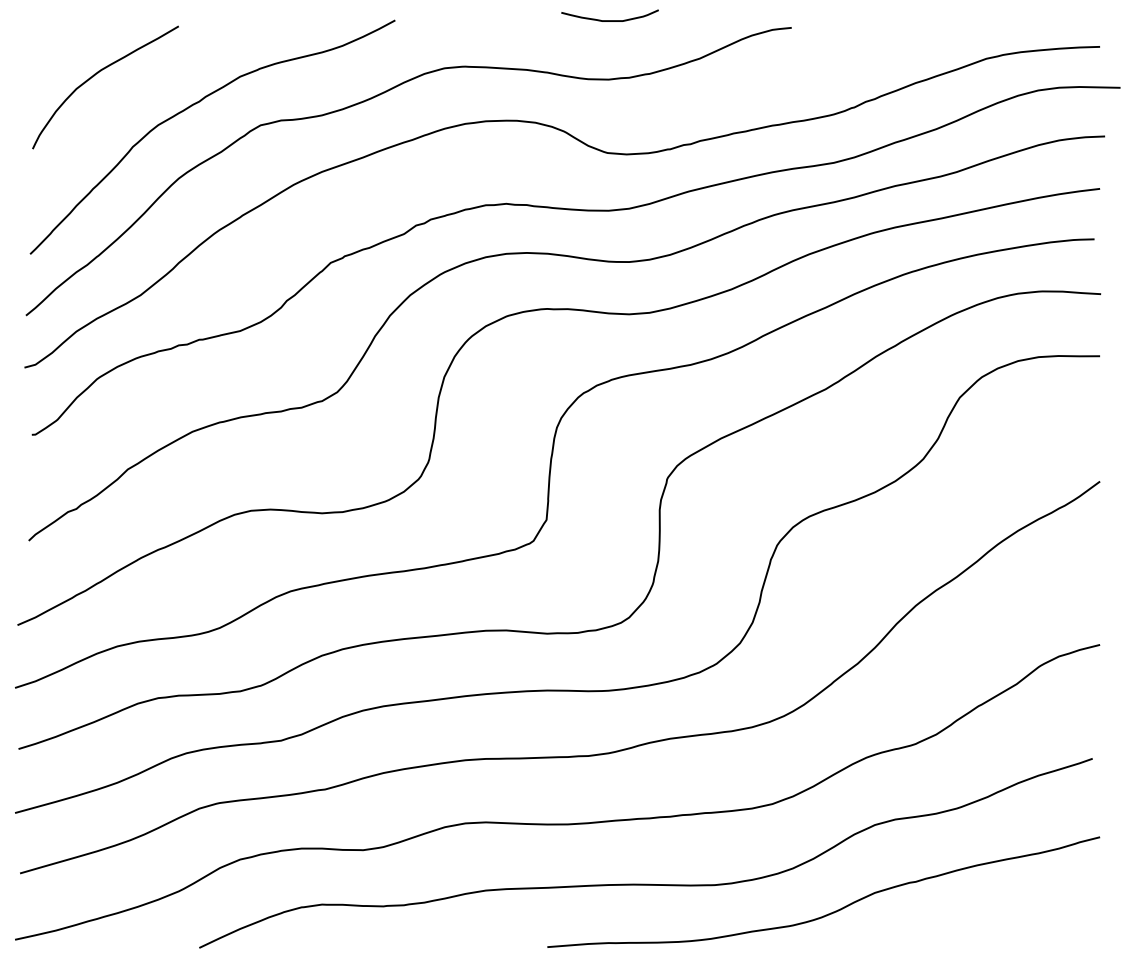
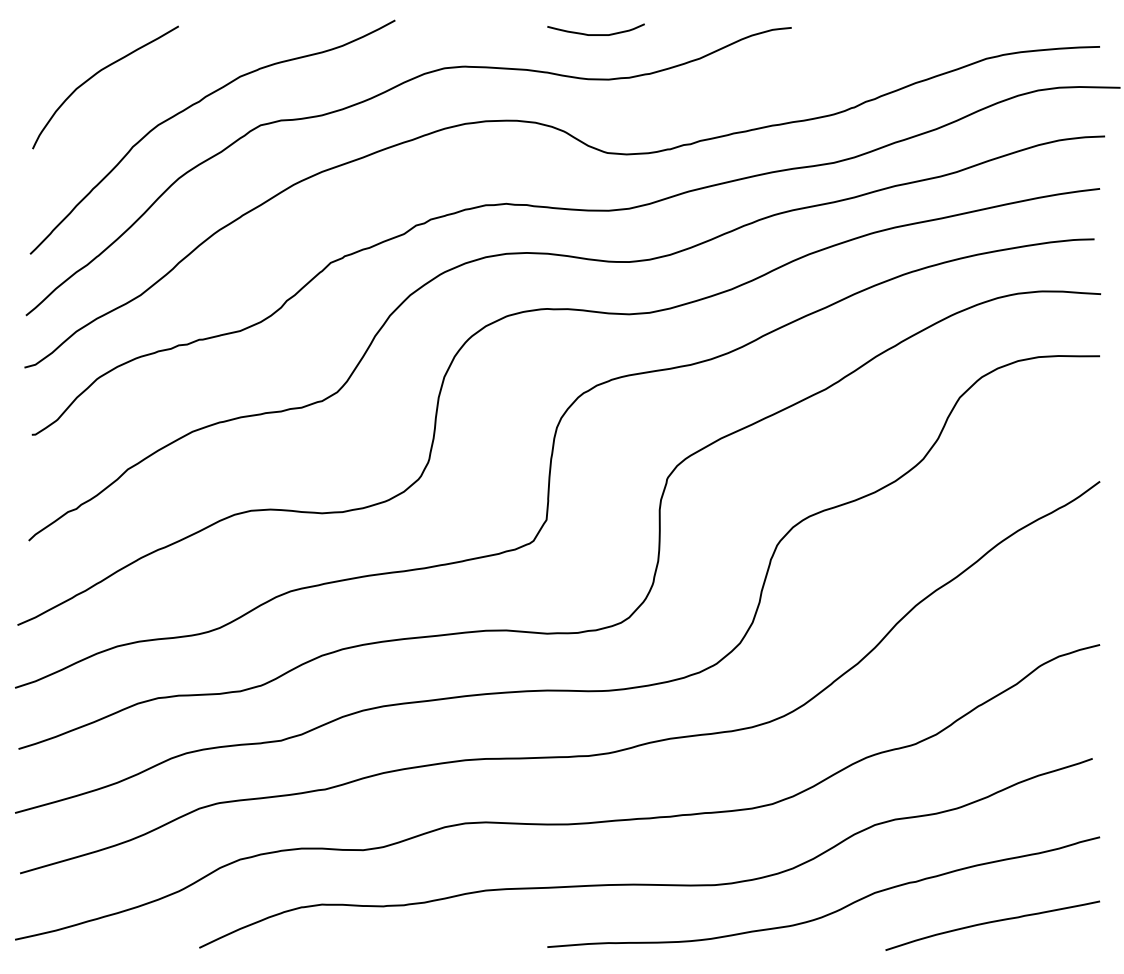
curve at (609, 20) position: (609, 20) -> (595, 34)
curve at (990, 923): none -> present
